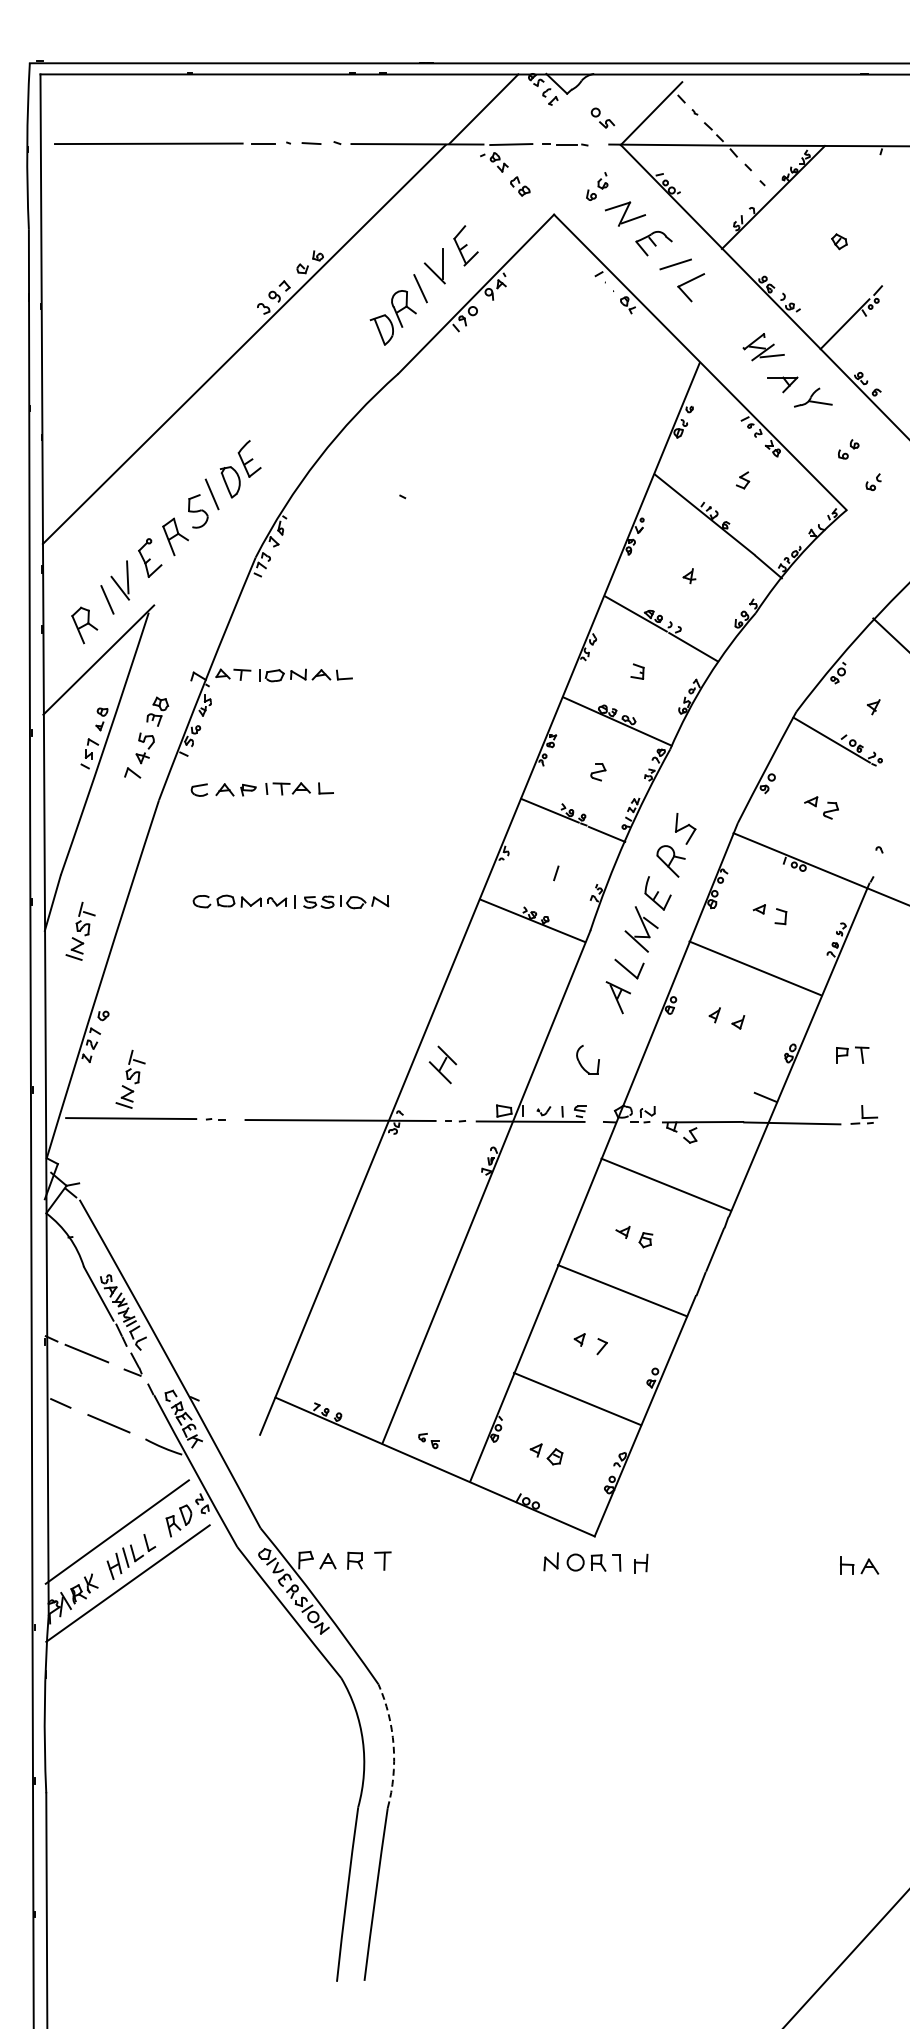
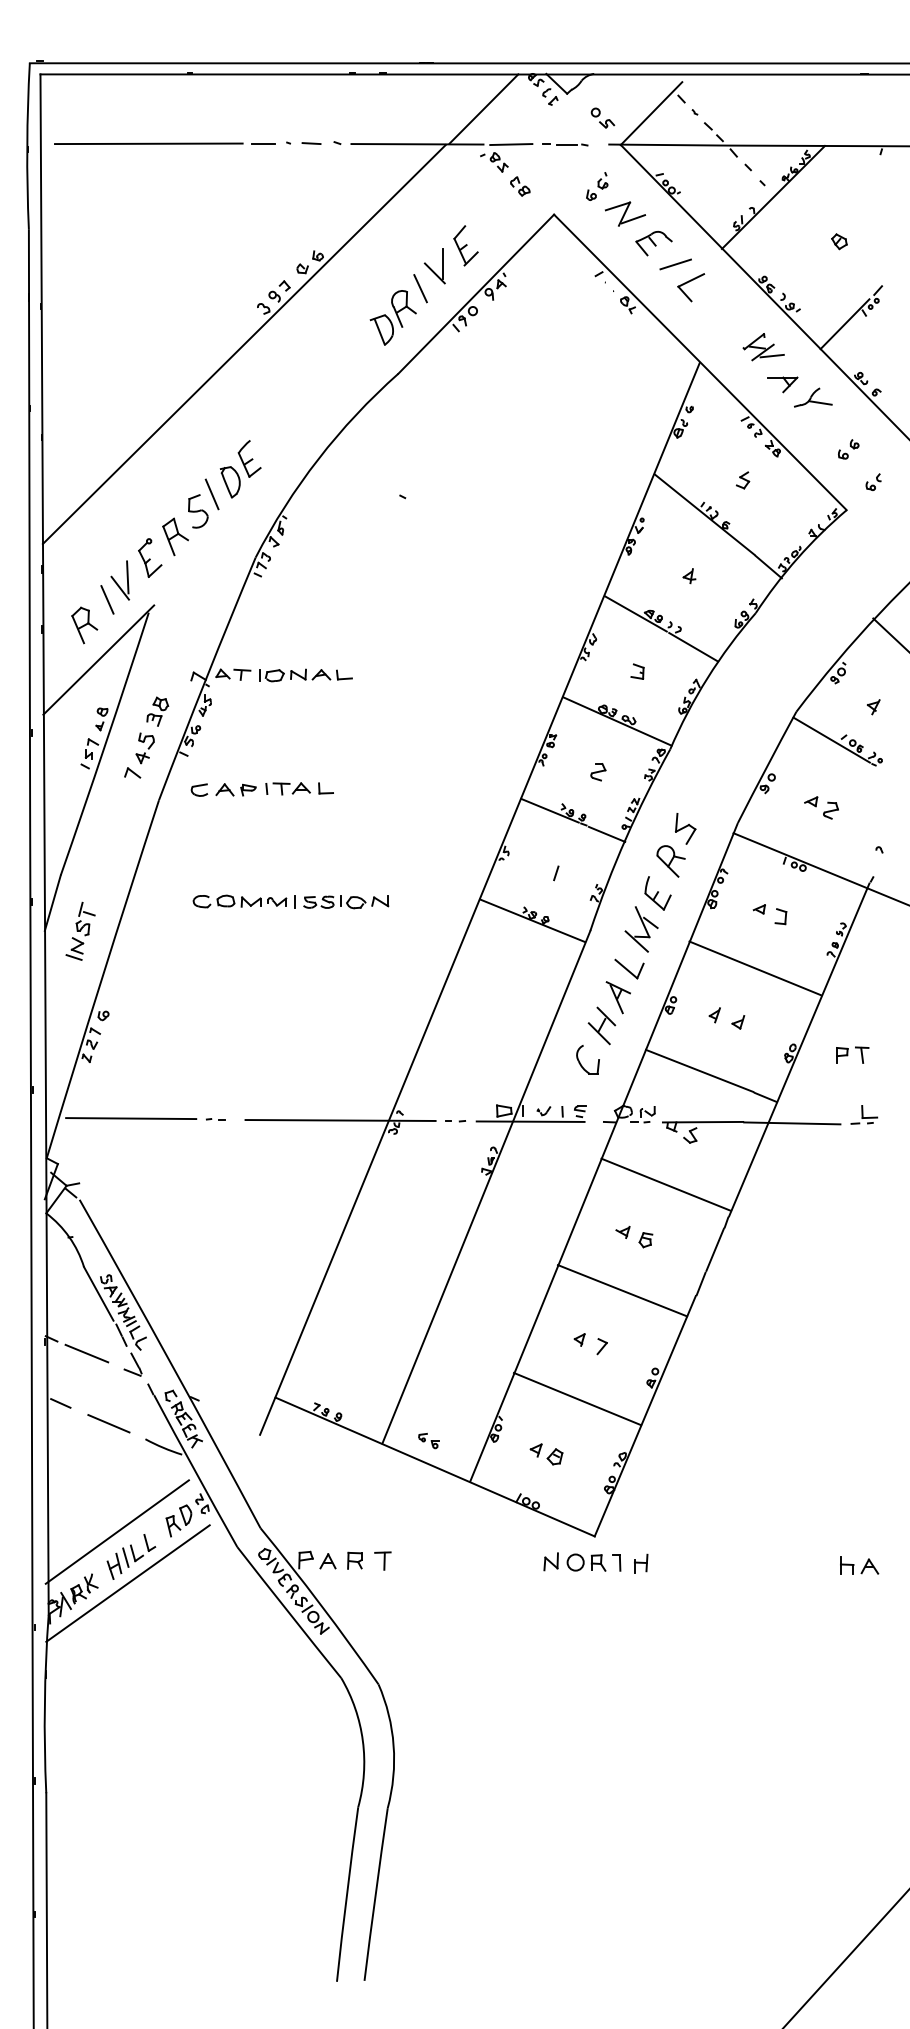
part at (442, 1064) position: (442, 1064) -> (601, 1025)
line at (699, 1070): none -> present
part at (130, 1078): present -> none
arc at (393, 1745): dashed -> solid
